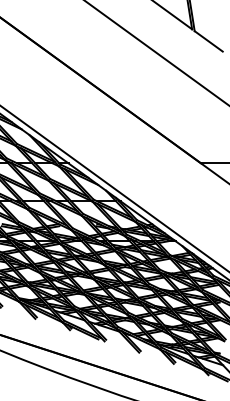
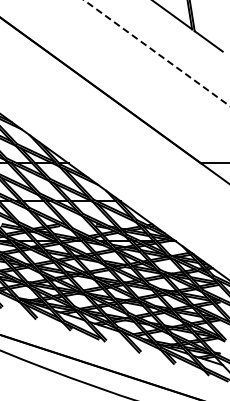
line at (157, 53): solid -> dashed
line at (114, 188): present -> none
